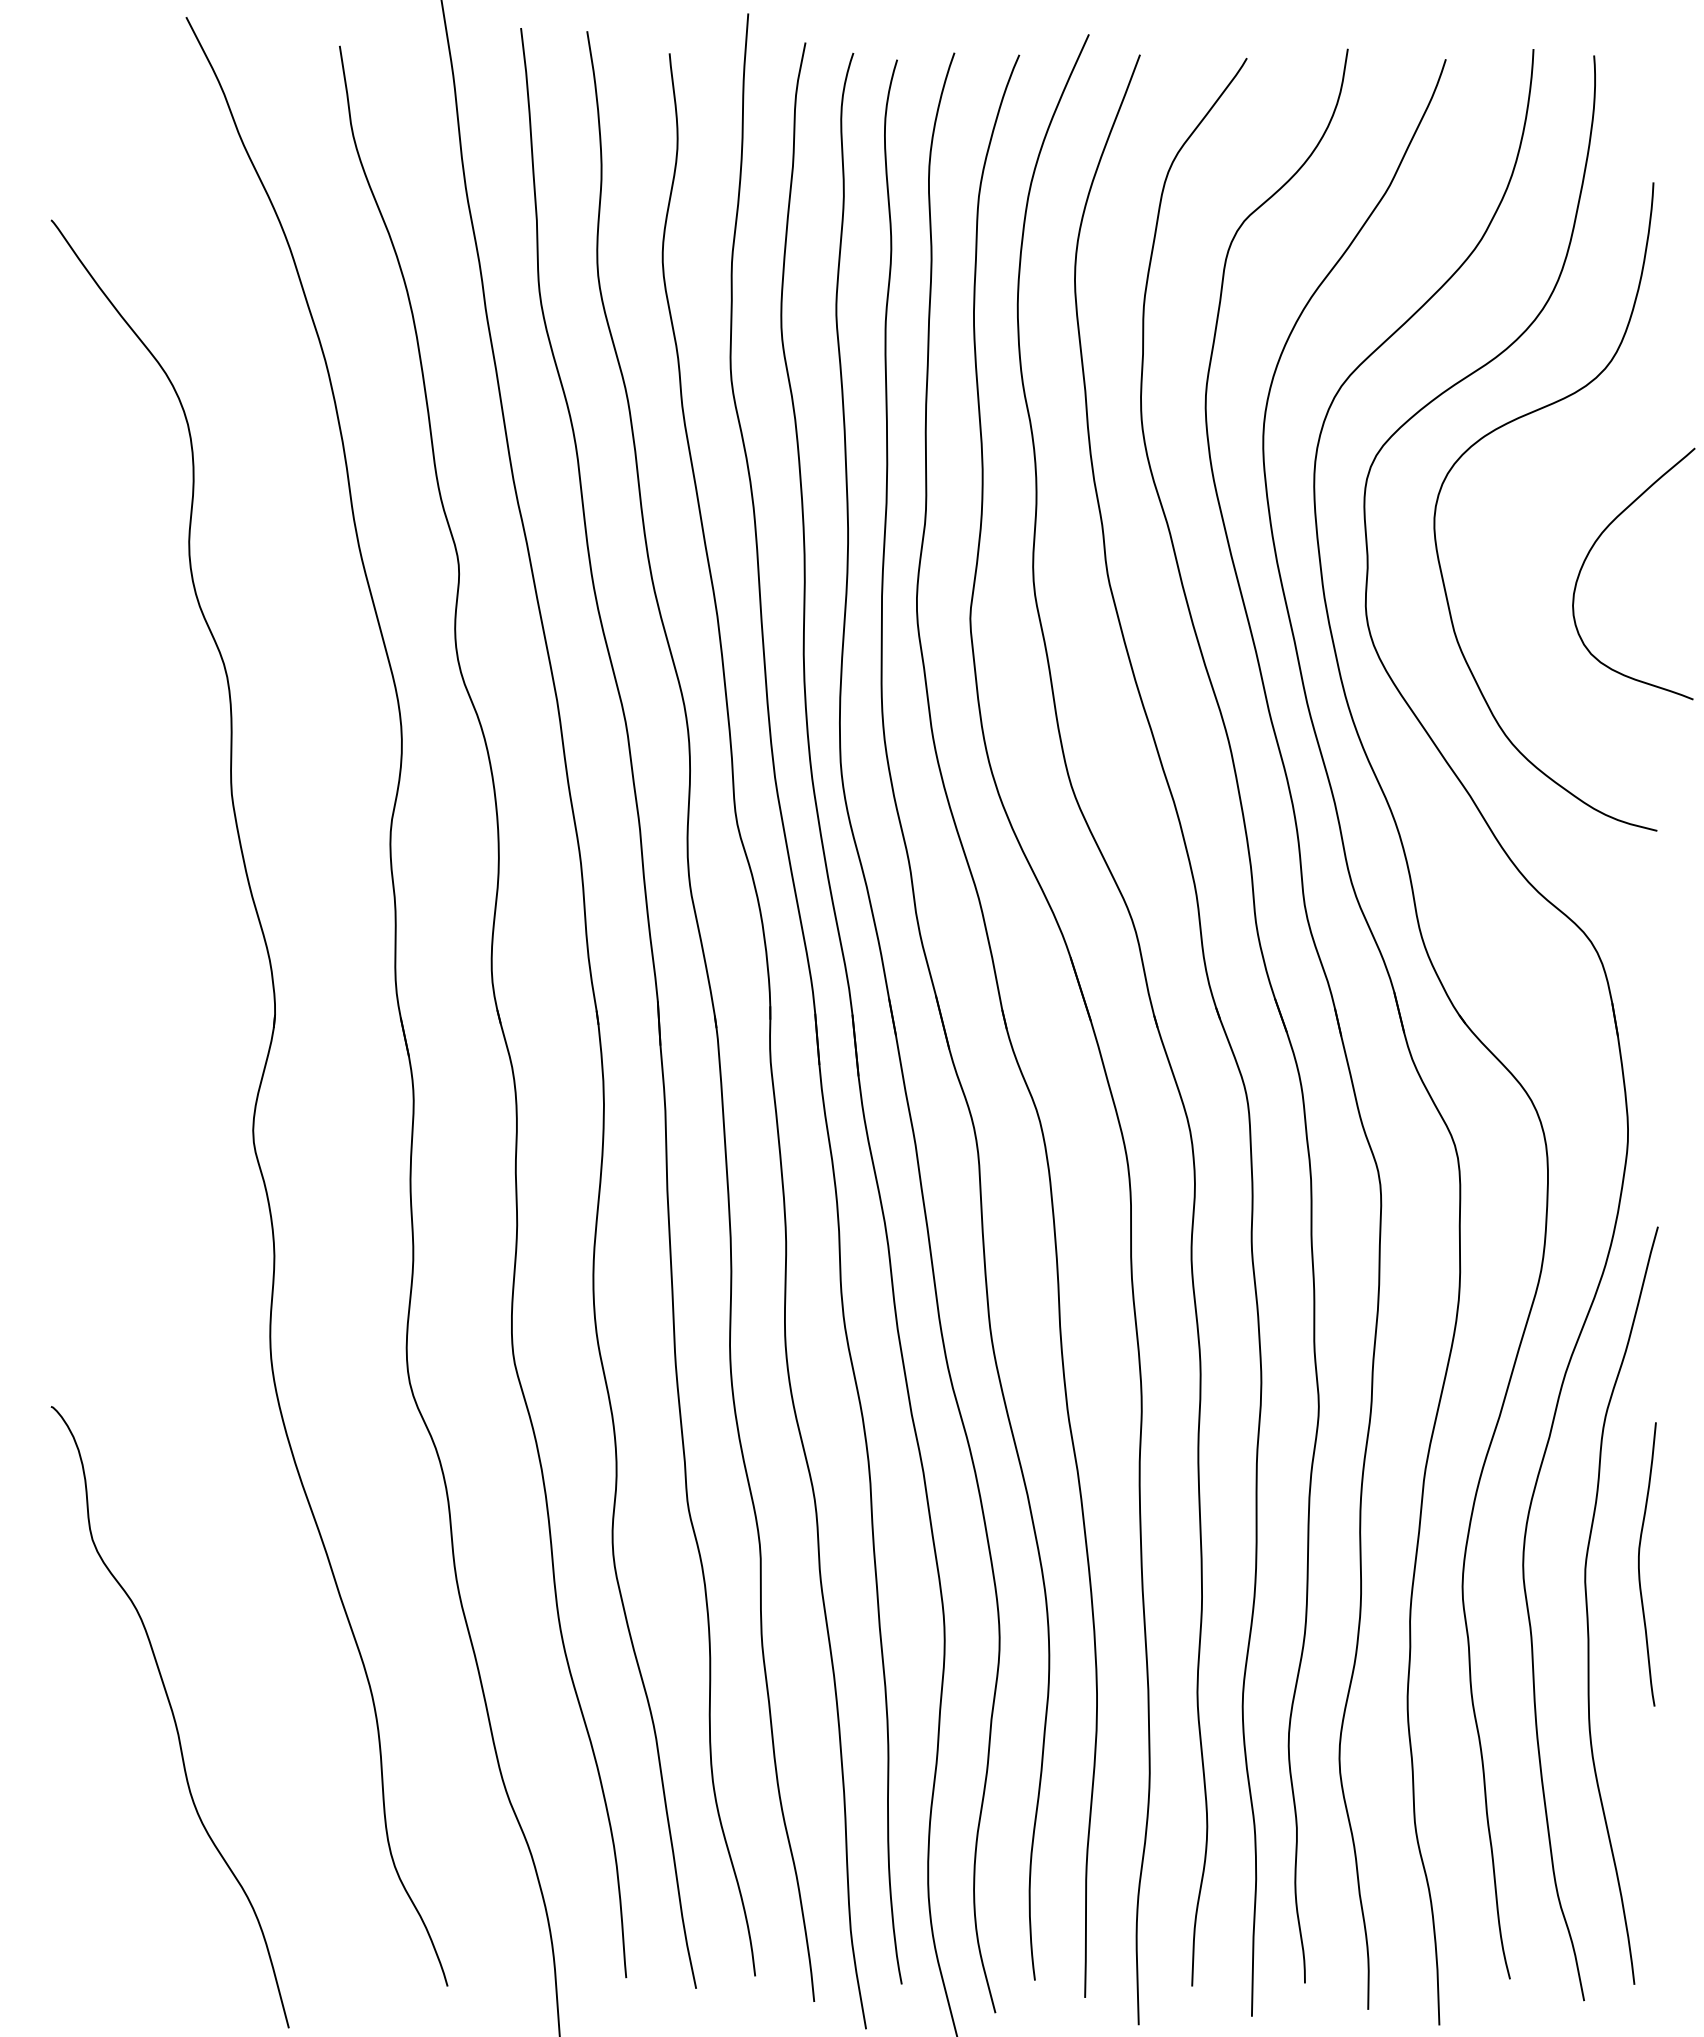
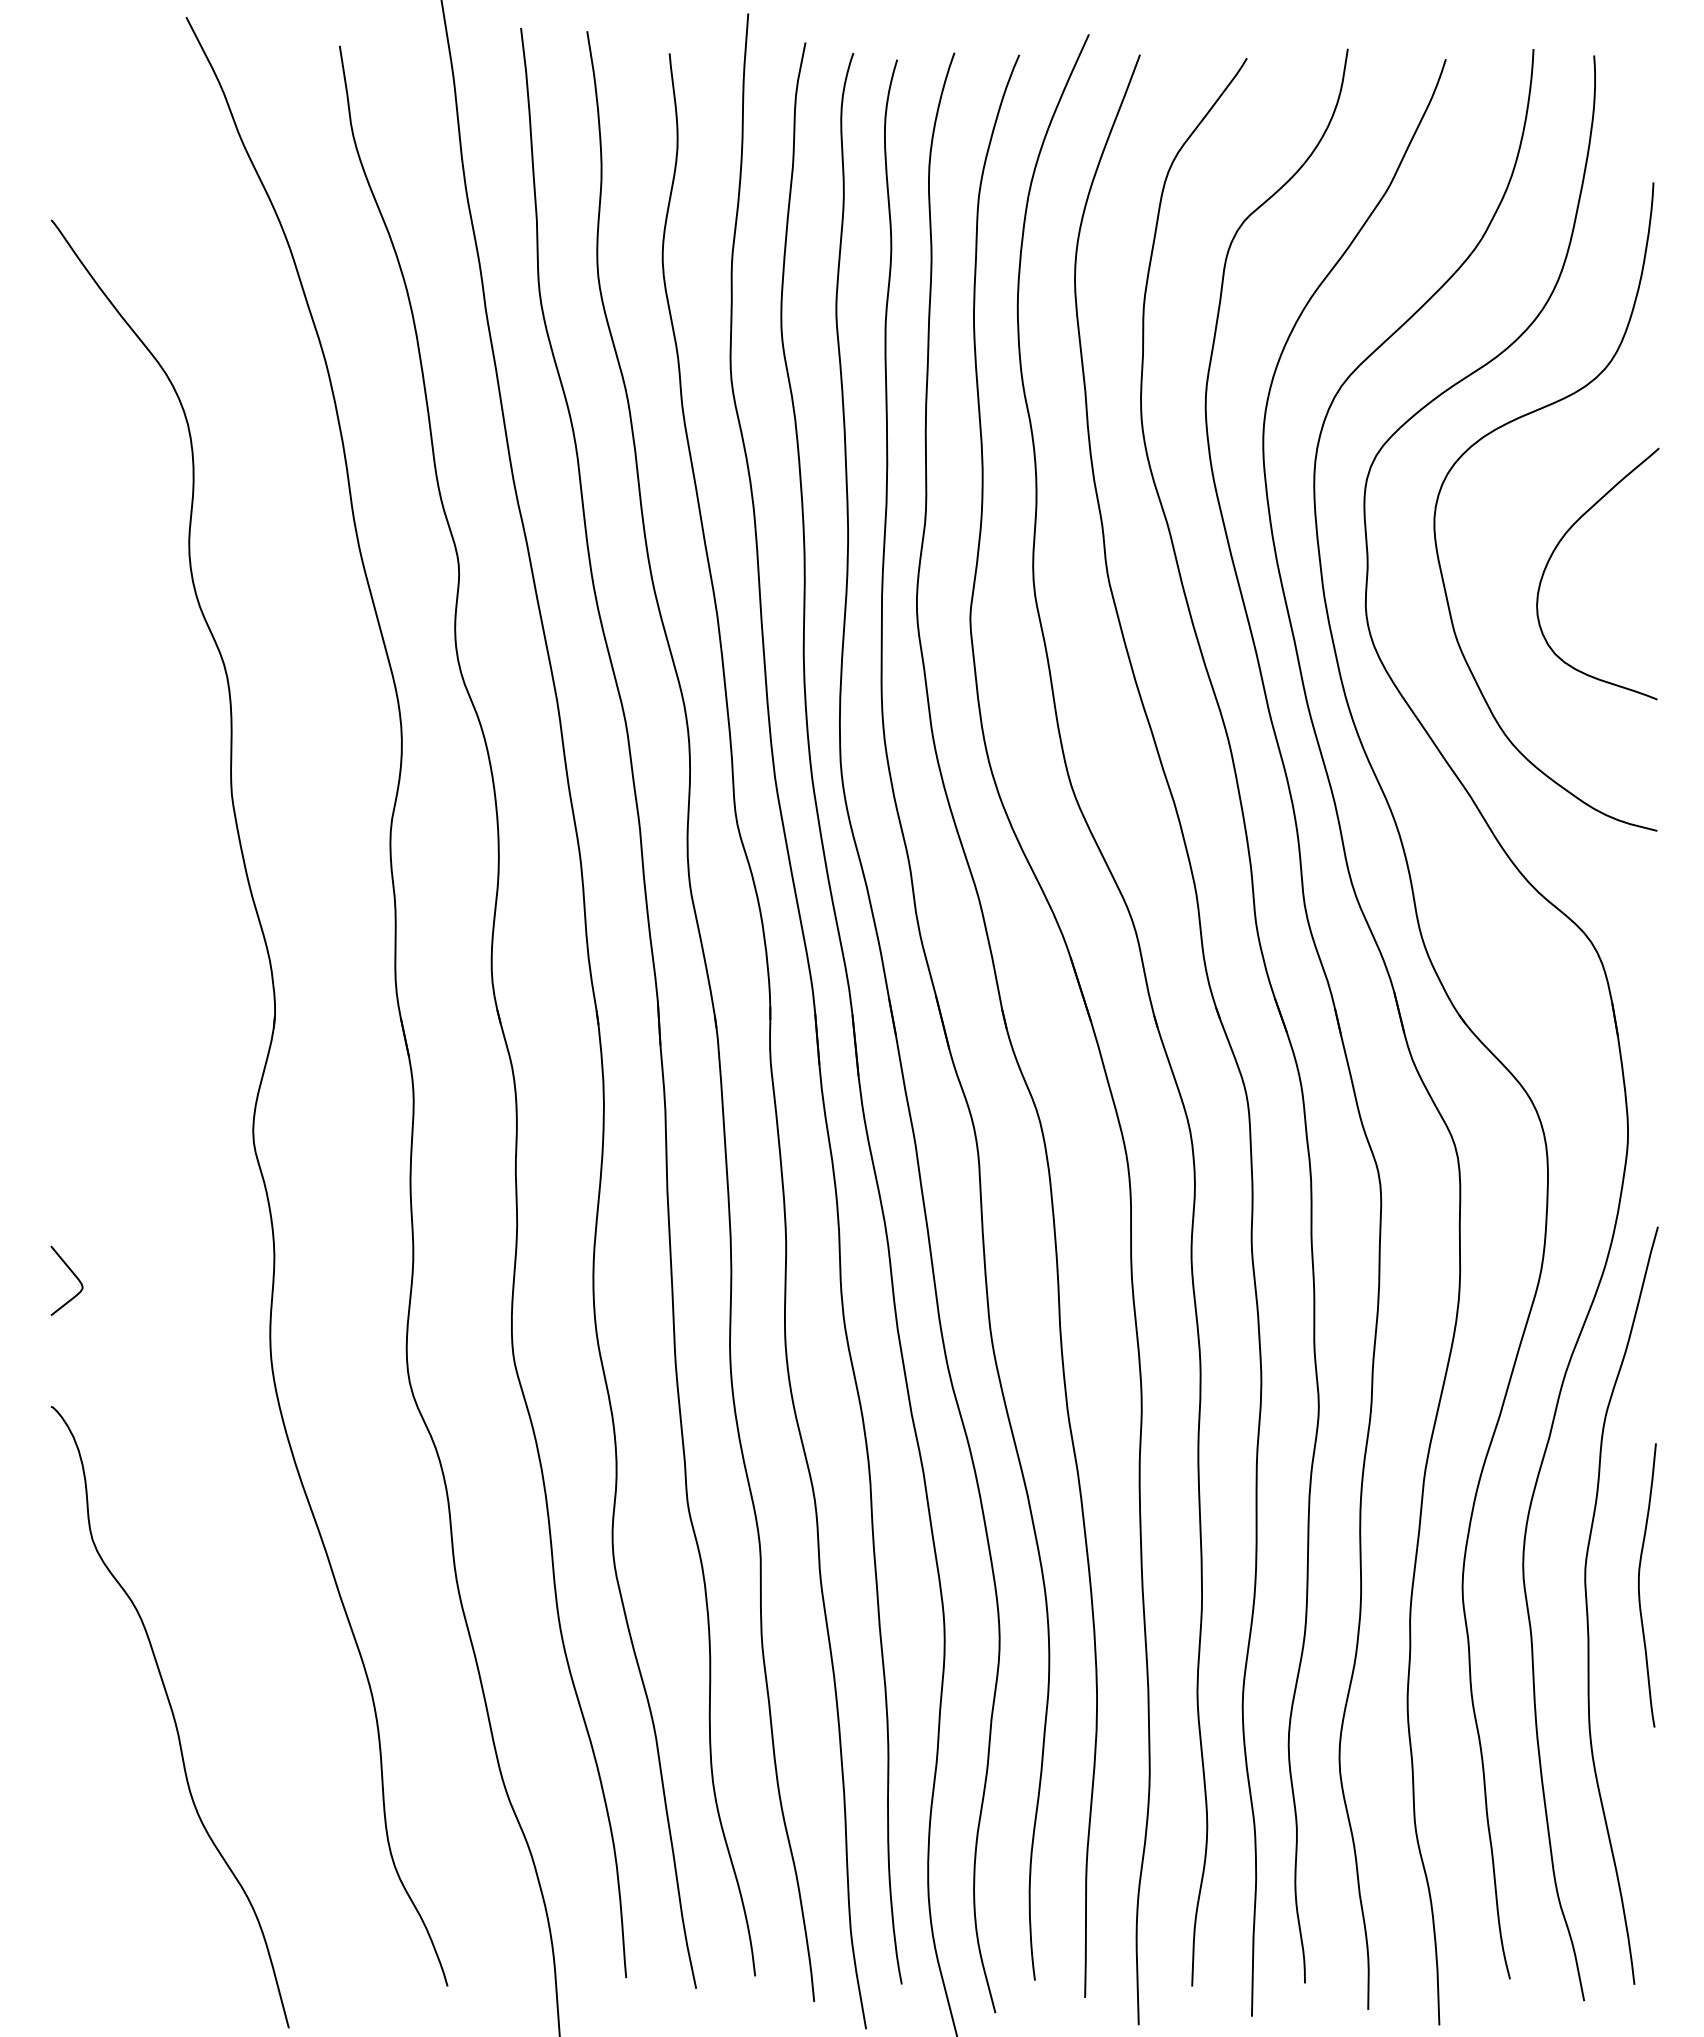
curve at (1593, 547) position: (1593, 547) -> (1557, 547)
curve at (74, 1276): none -> present
curve at (1639, 1564) position: (1639, 1564) -> (1639, 1585)
